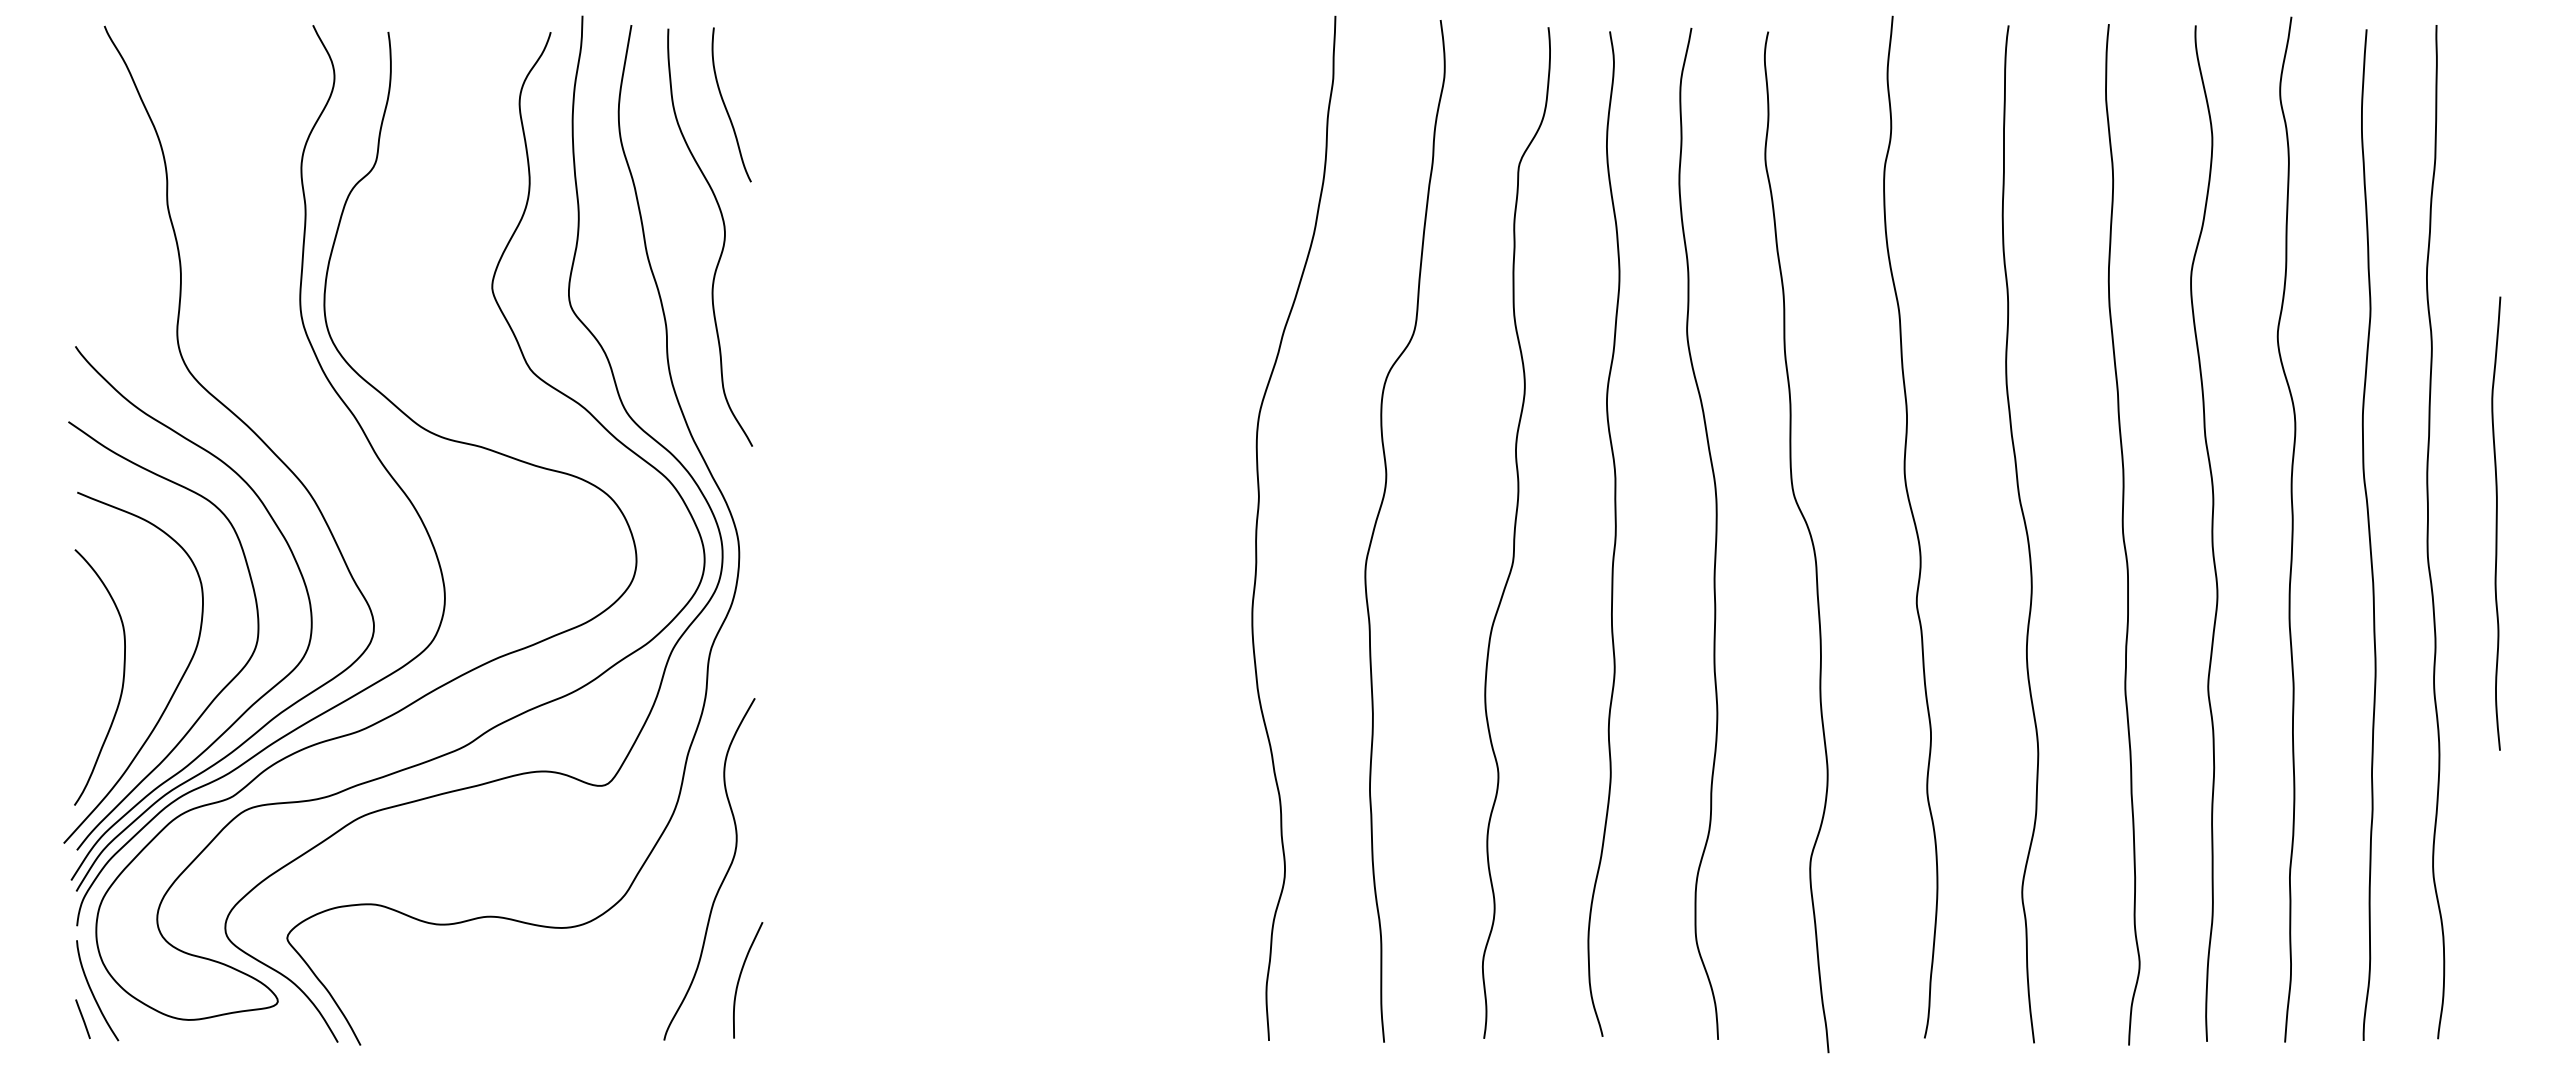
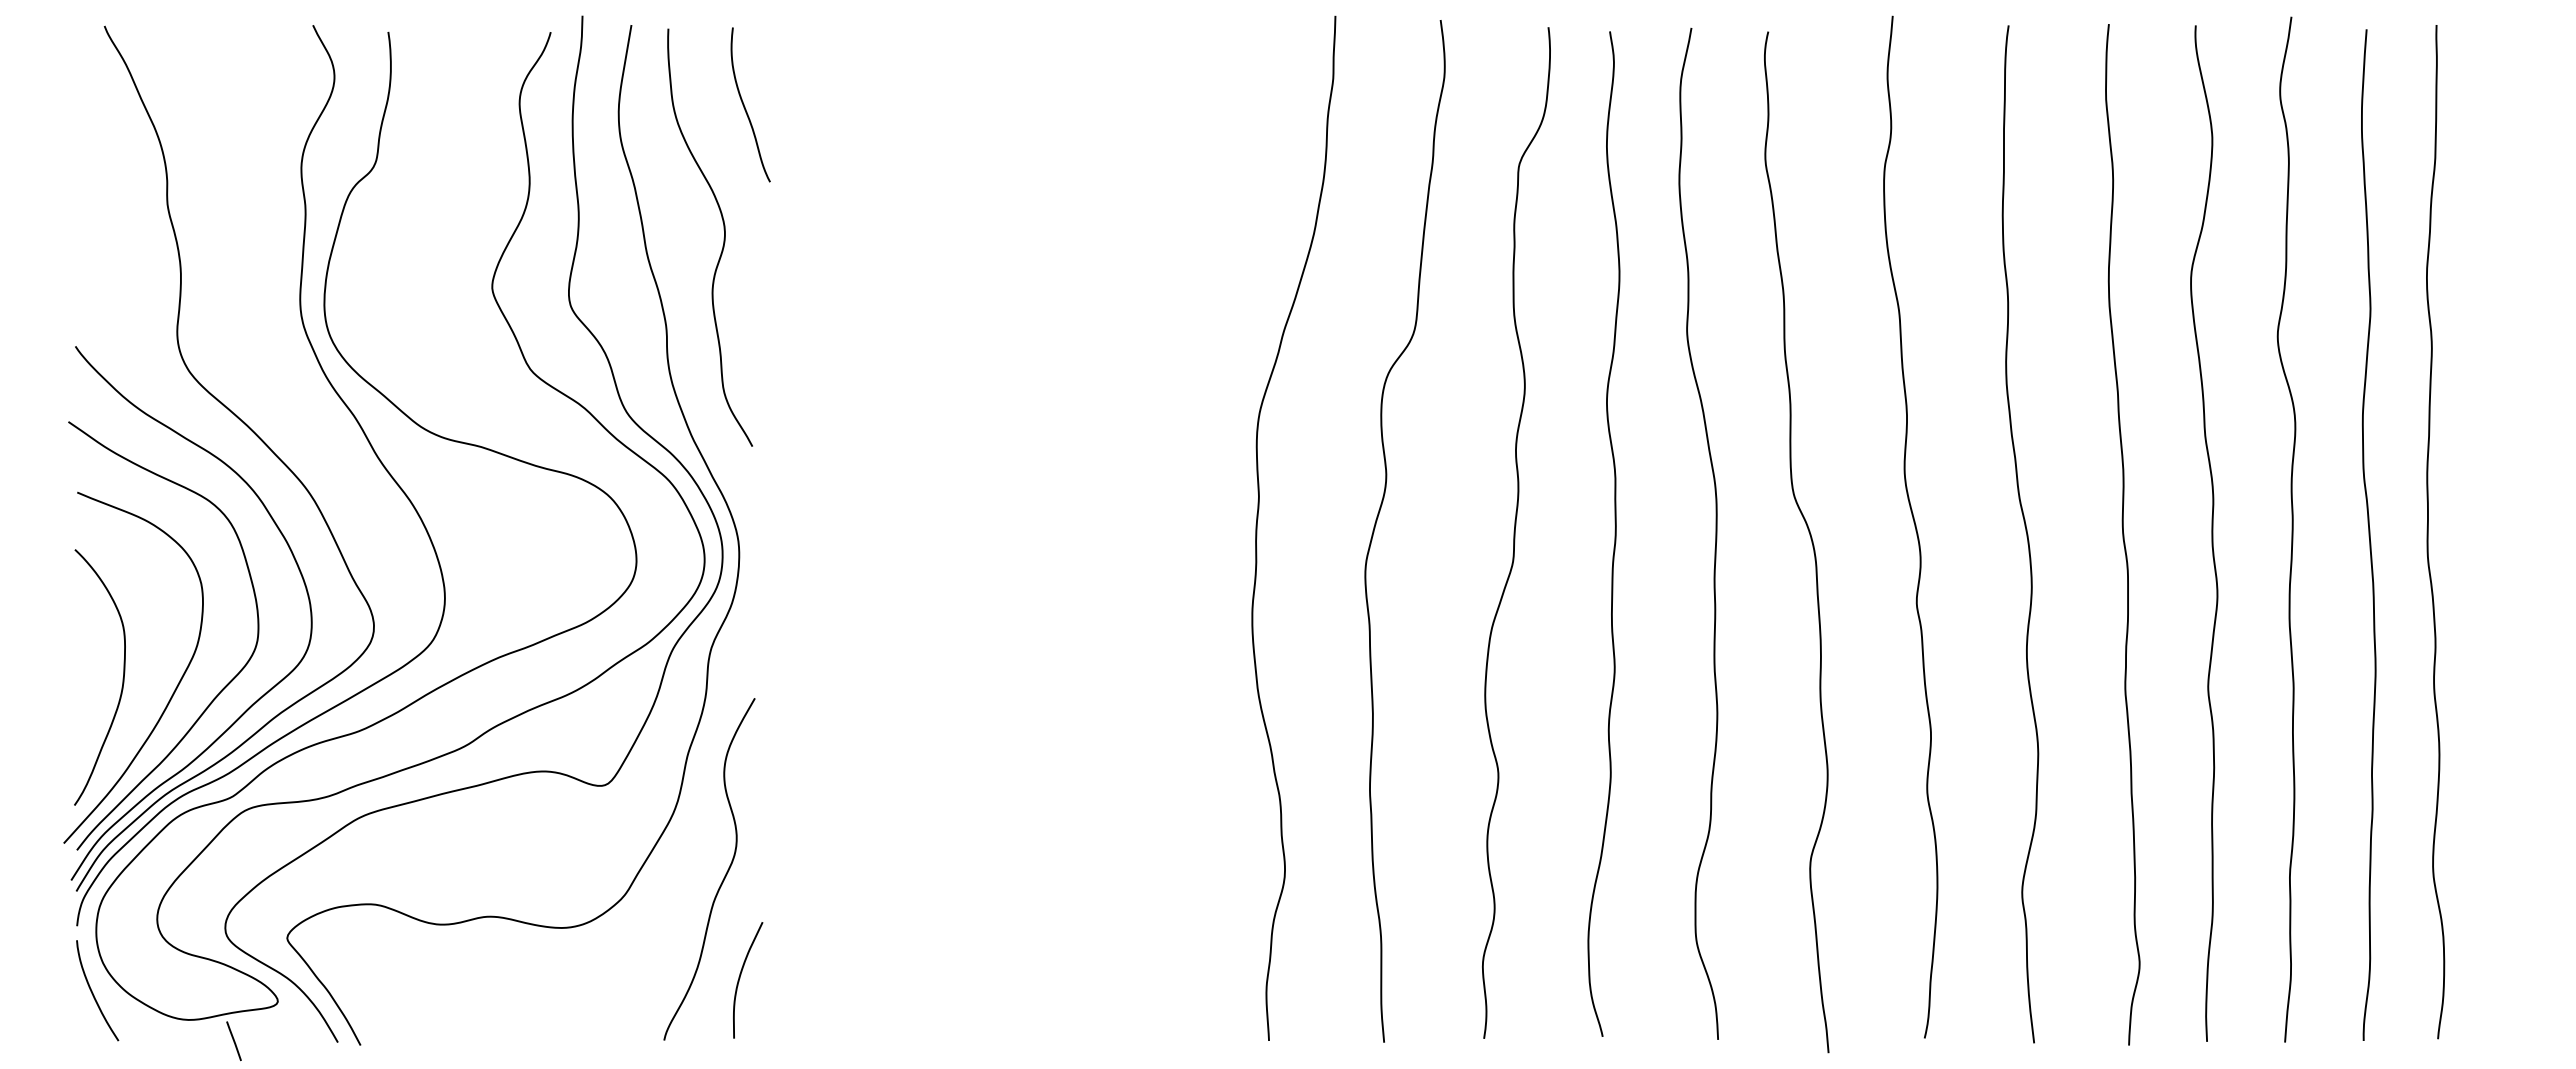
curve at (726, 106) position: (726, 106) -> (745, 106)
curve at (2496, 523): present -> none
line at (82, 1018) position: (82, 1018) -> (233, 1040)
